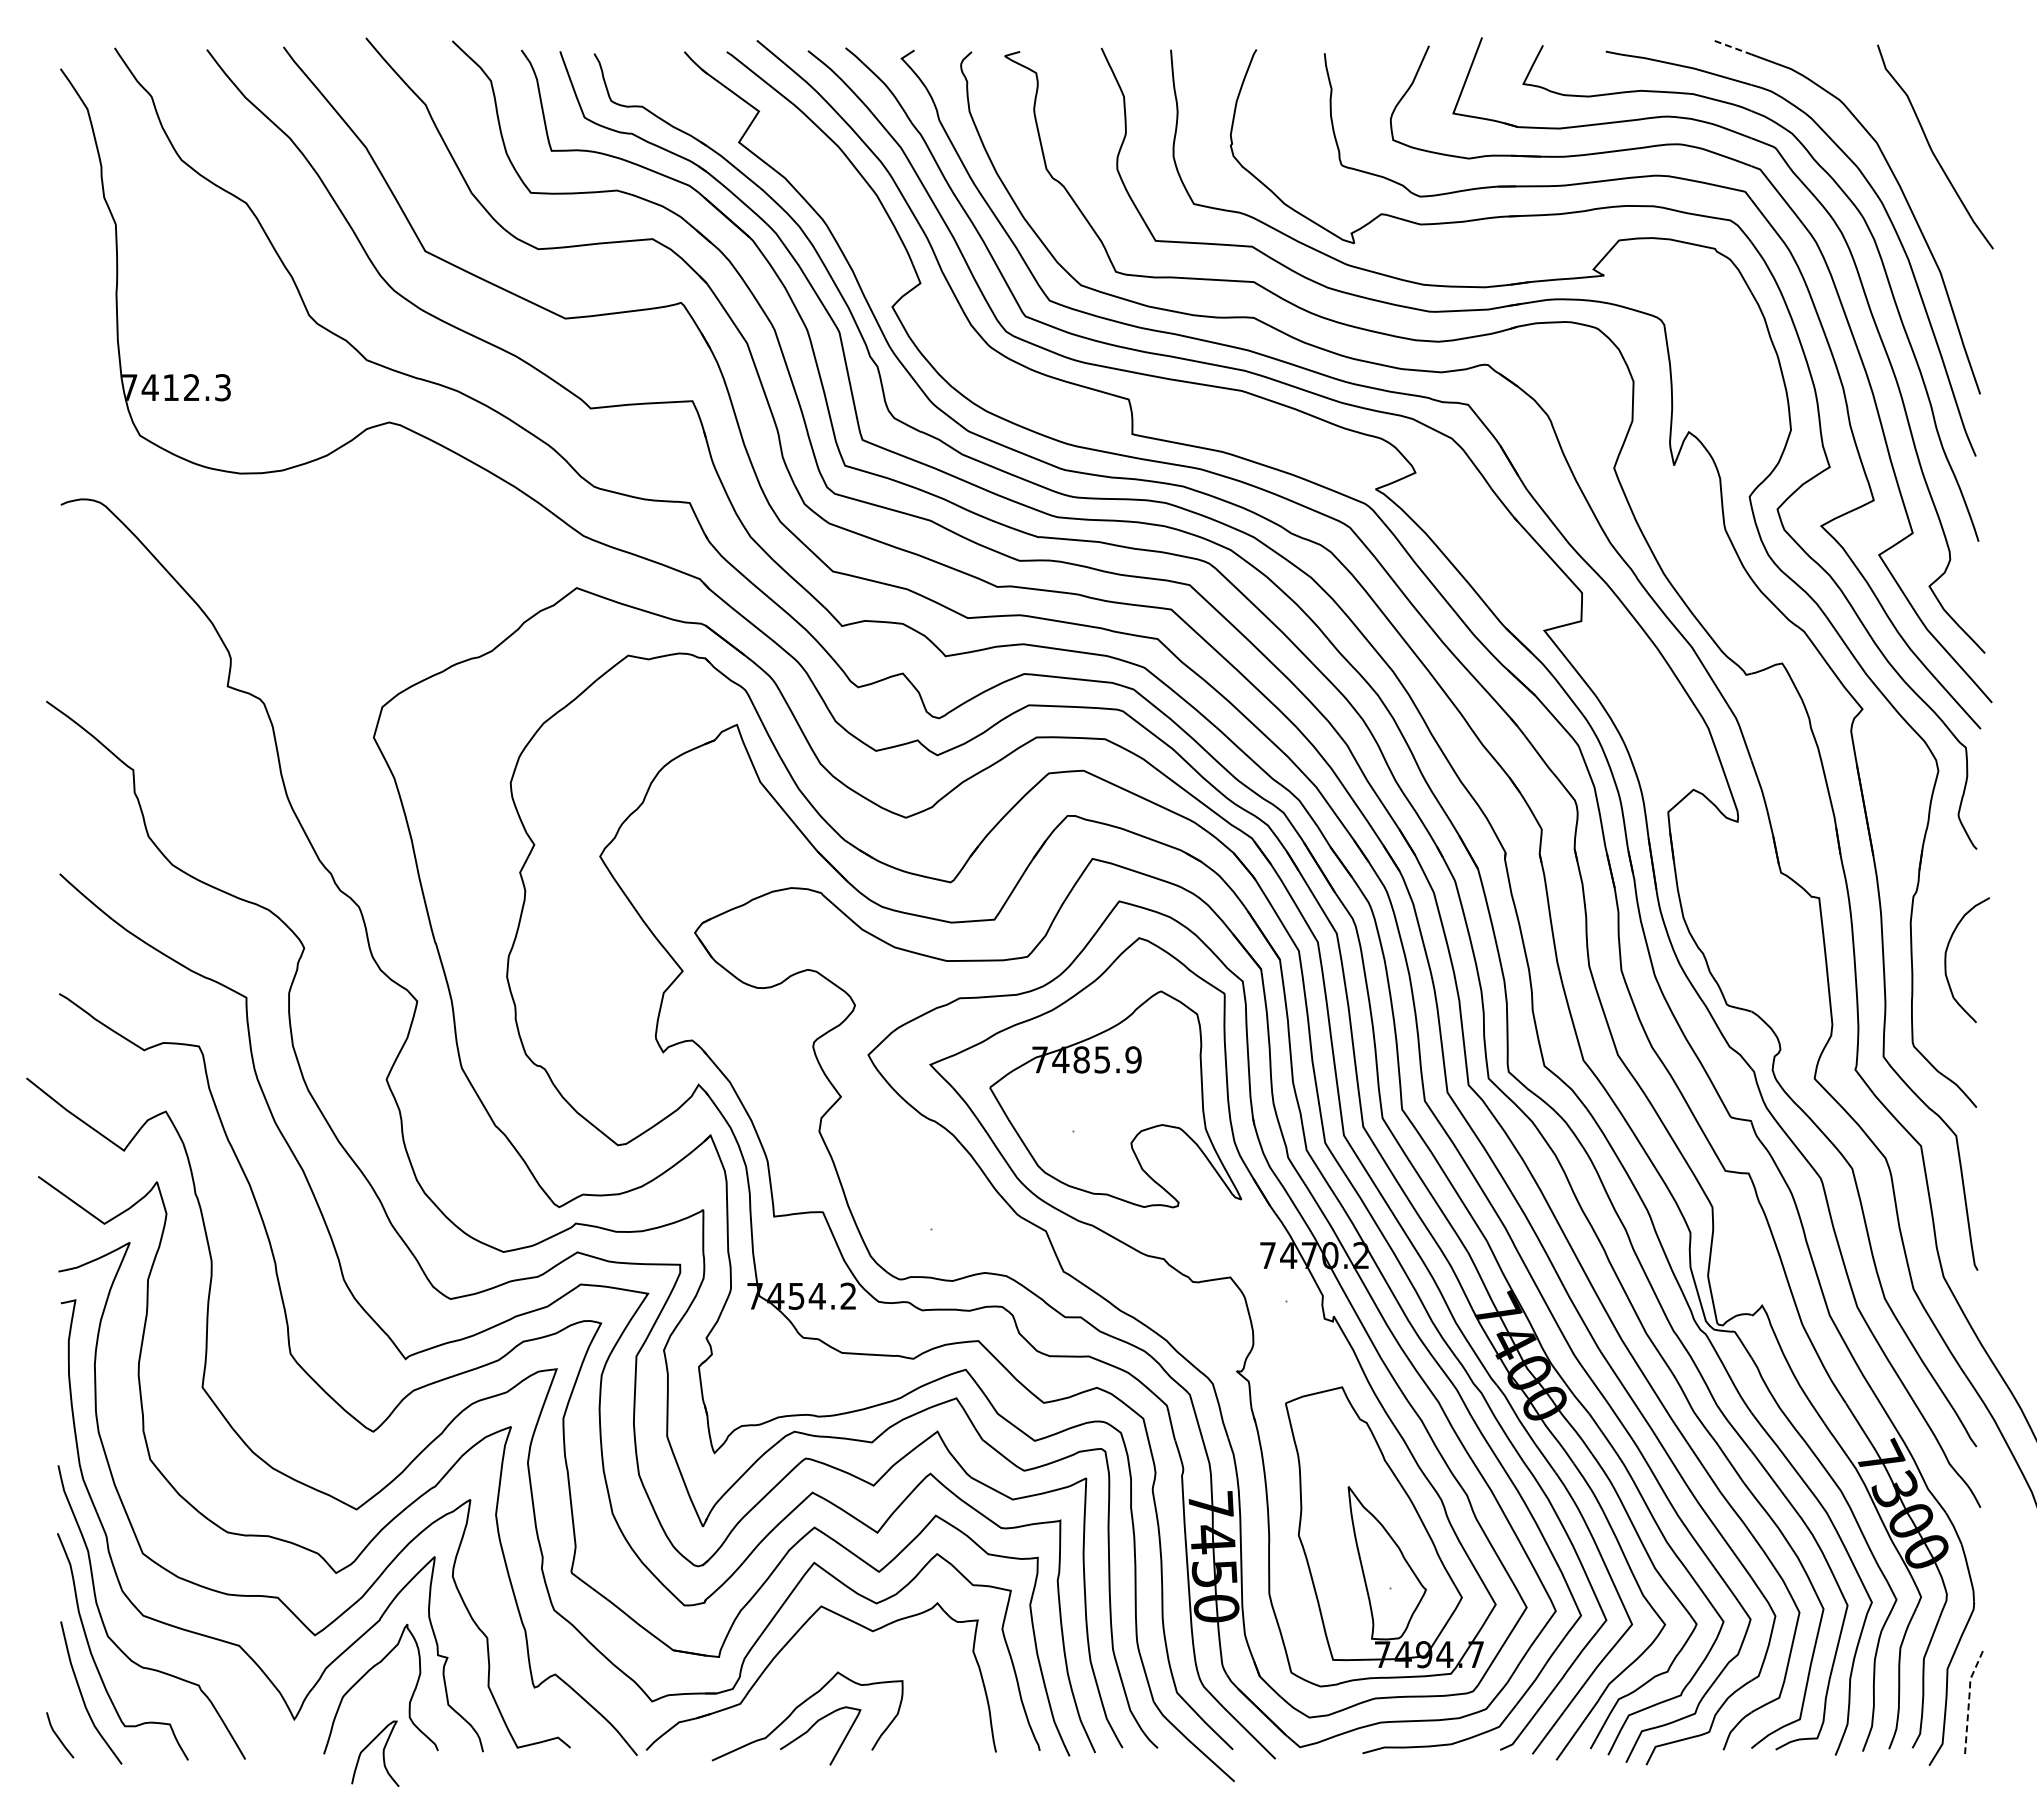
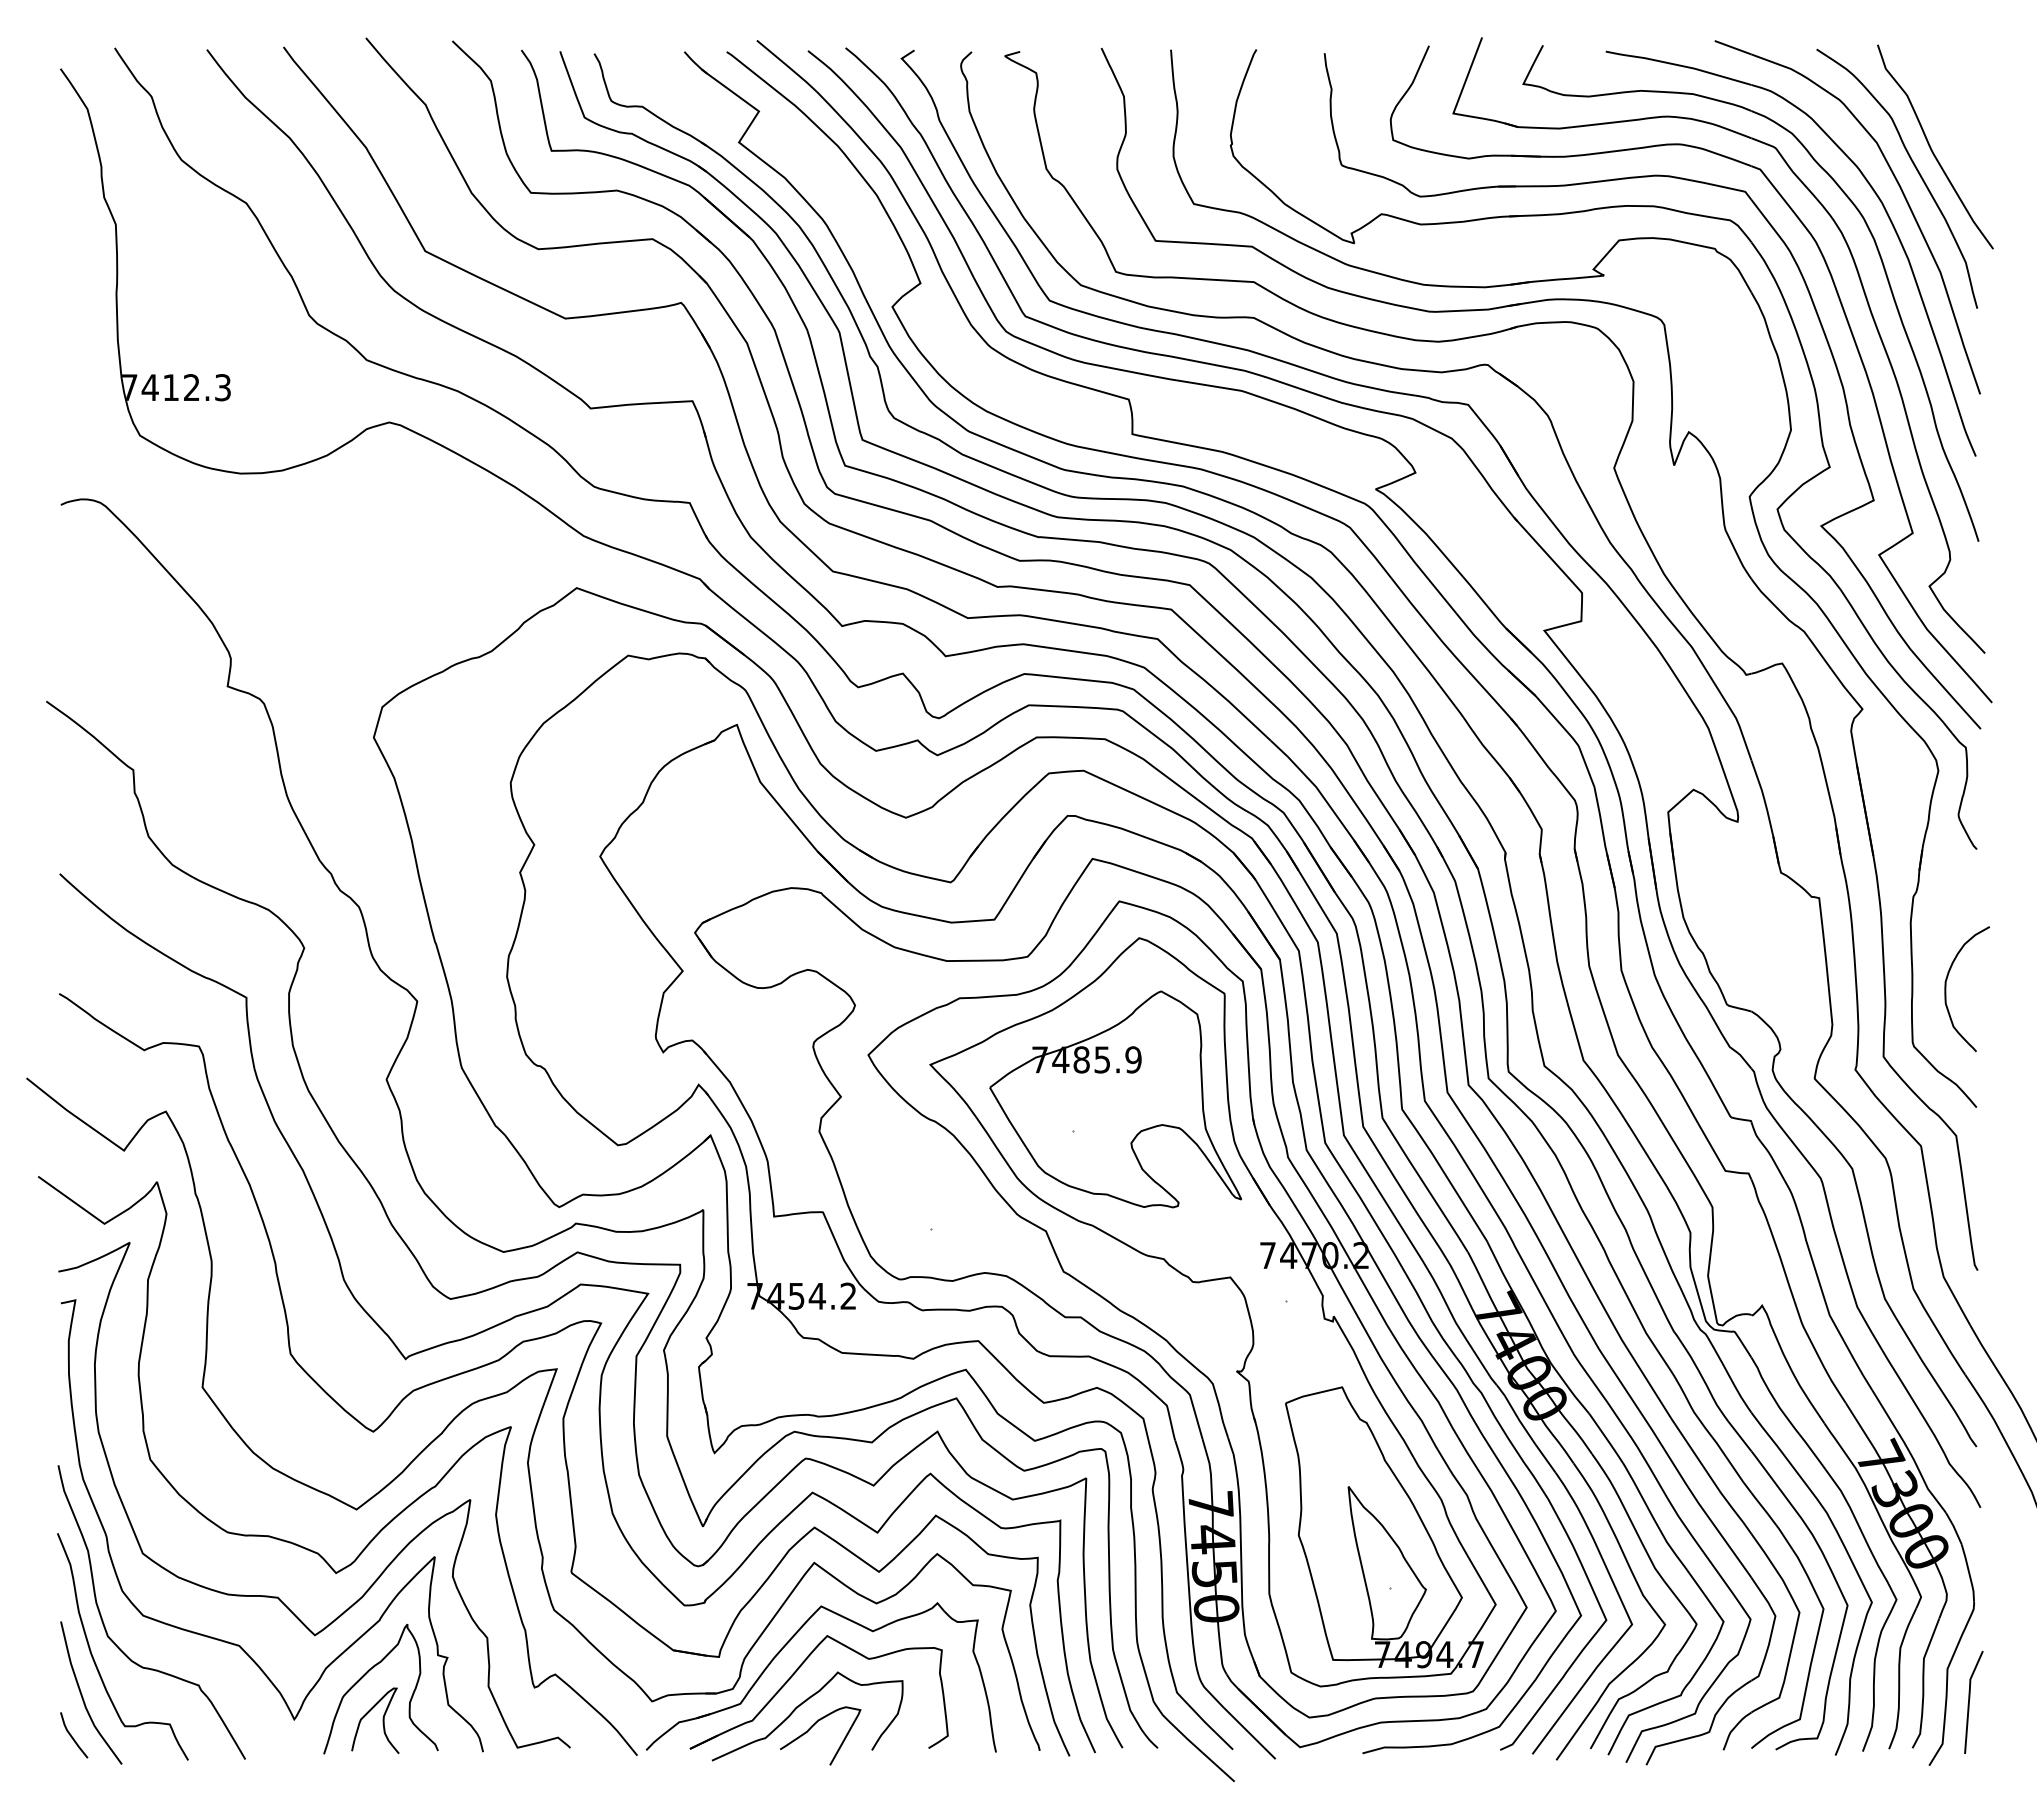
line at (1733, 47): dashed -> solid
curve at (1914, 167): none -> present
curve at (1946, 960) position: (1946, 960) -> (1946, 989)
part at (797, 1671): none -> present
line at (1969, 1699): dashed -> solid
line at (58, 1736) position: (58, 1736) -> (72, 1736)
curve at (382, 1753) position: (382, 1753) -> (382, 1720)
